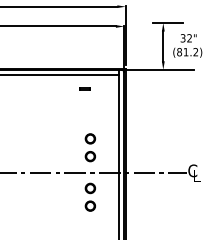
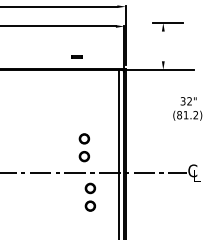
text at (187, 45) position: (187, 45) -> (187, 108)
line at (163, 46): present -> none
line at (60, 75): present -> none
part at (84, 88) position: (84, 88) -> (76, 56)
part at (89, 147) position: (89, 147) -> (83, 147)
